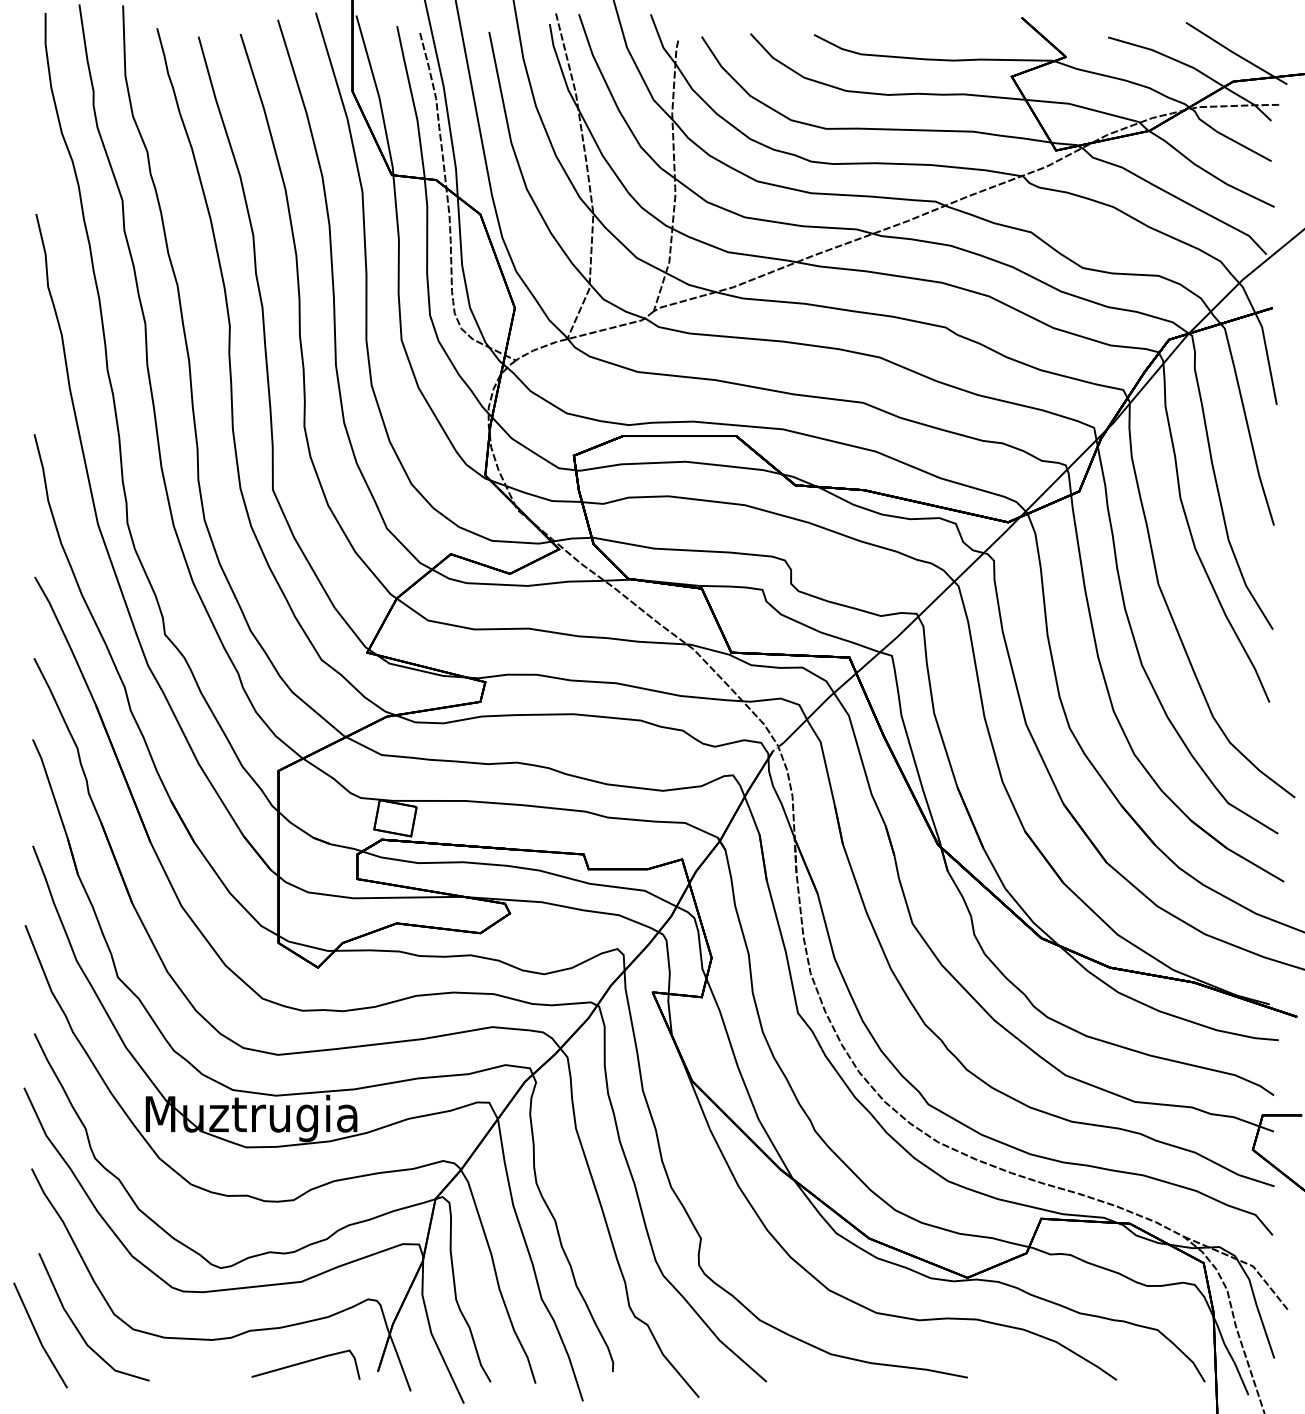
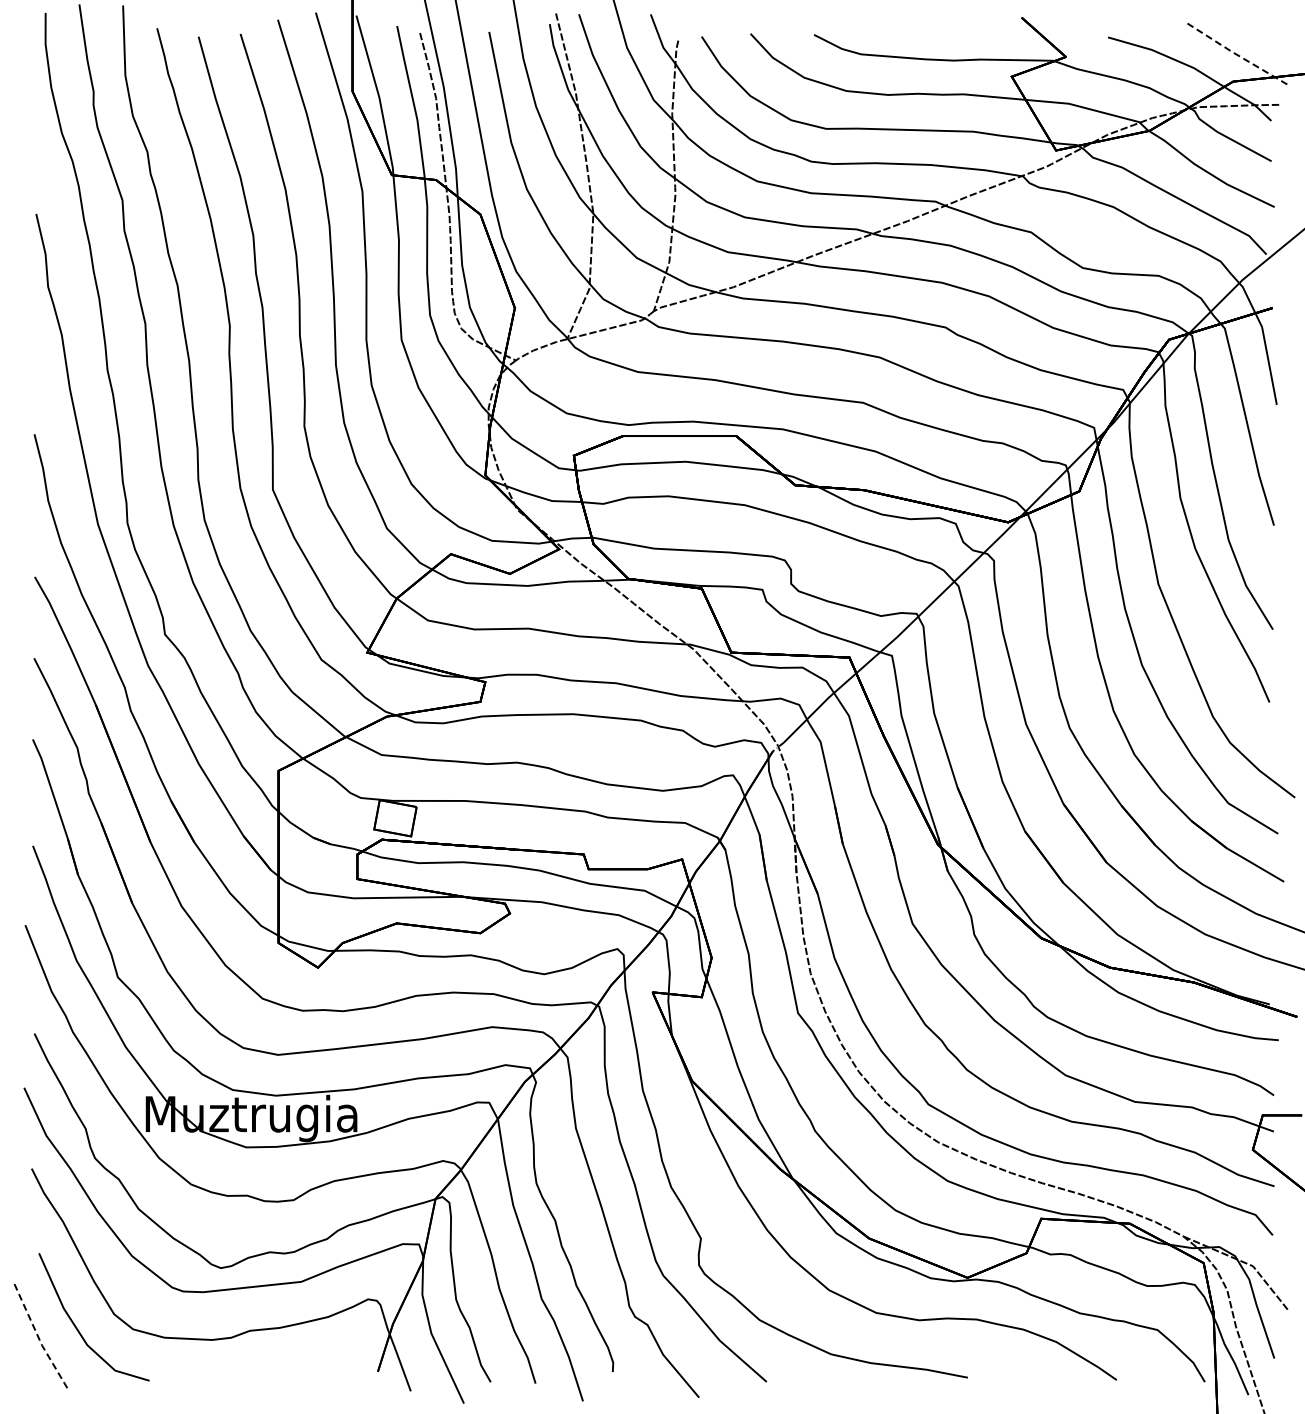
line at (1235, 53): solid -> dashed
line at (38, 1336): solid -> dashed
line at (304, 1363): present -> none
